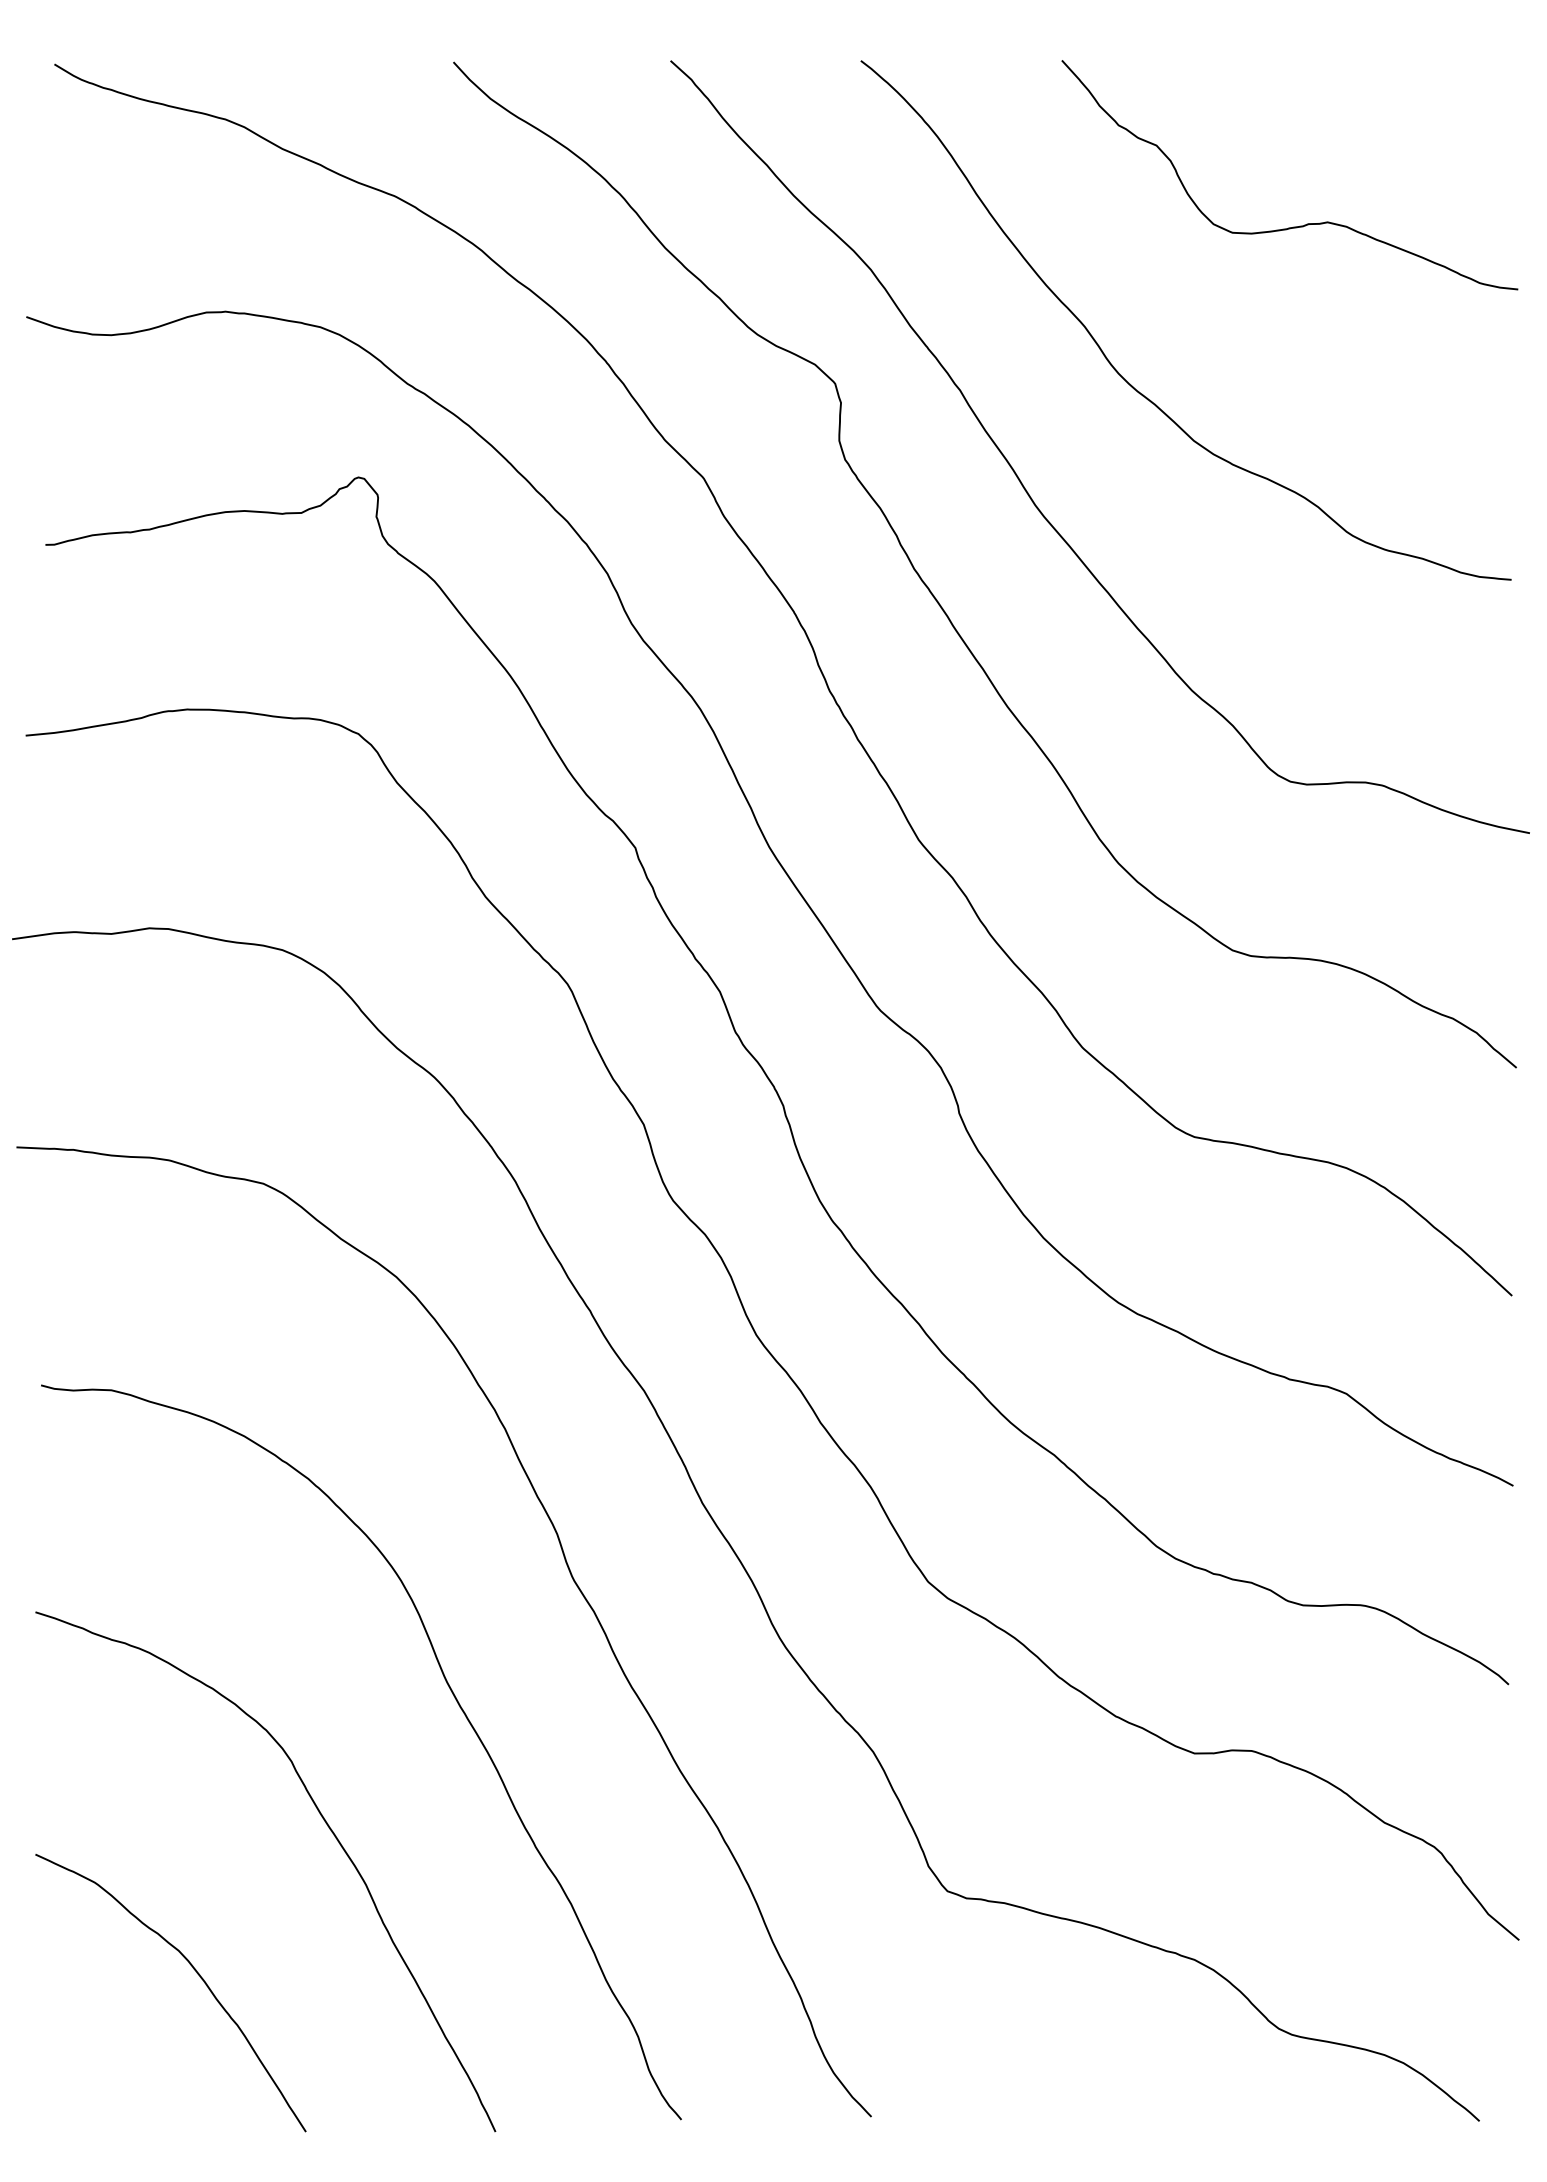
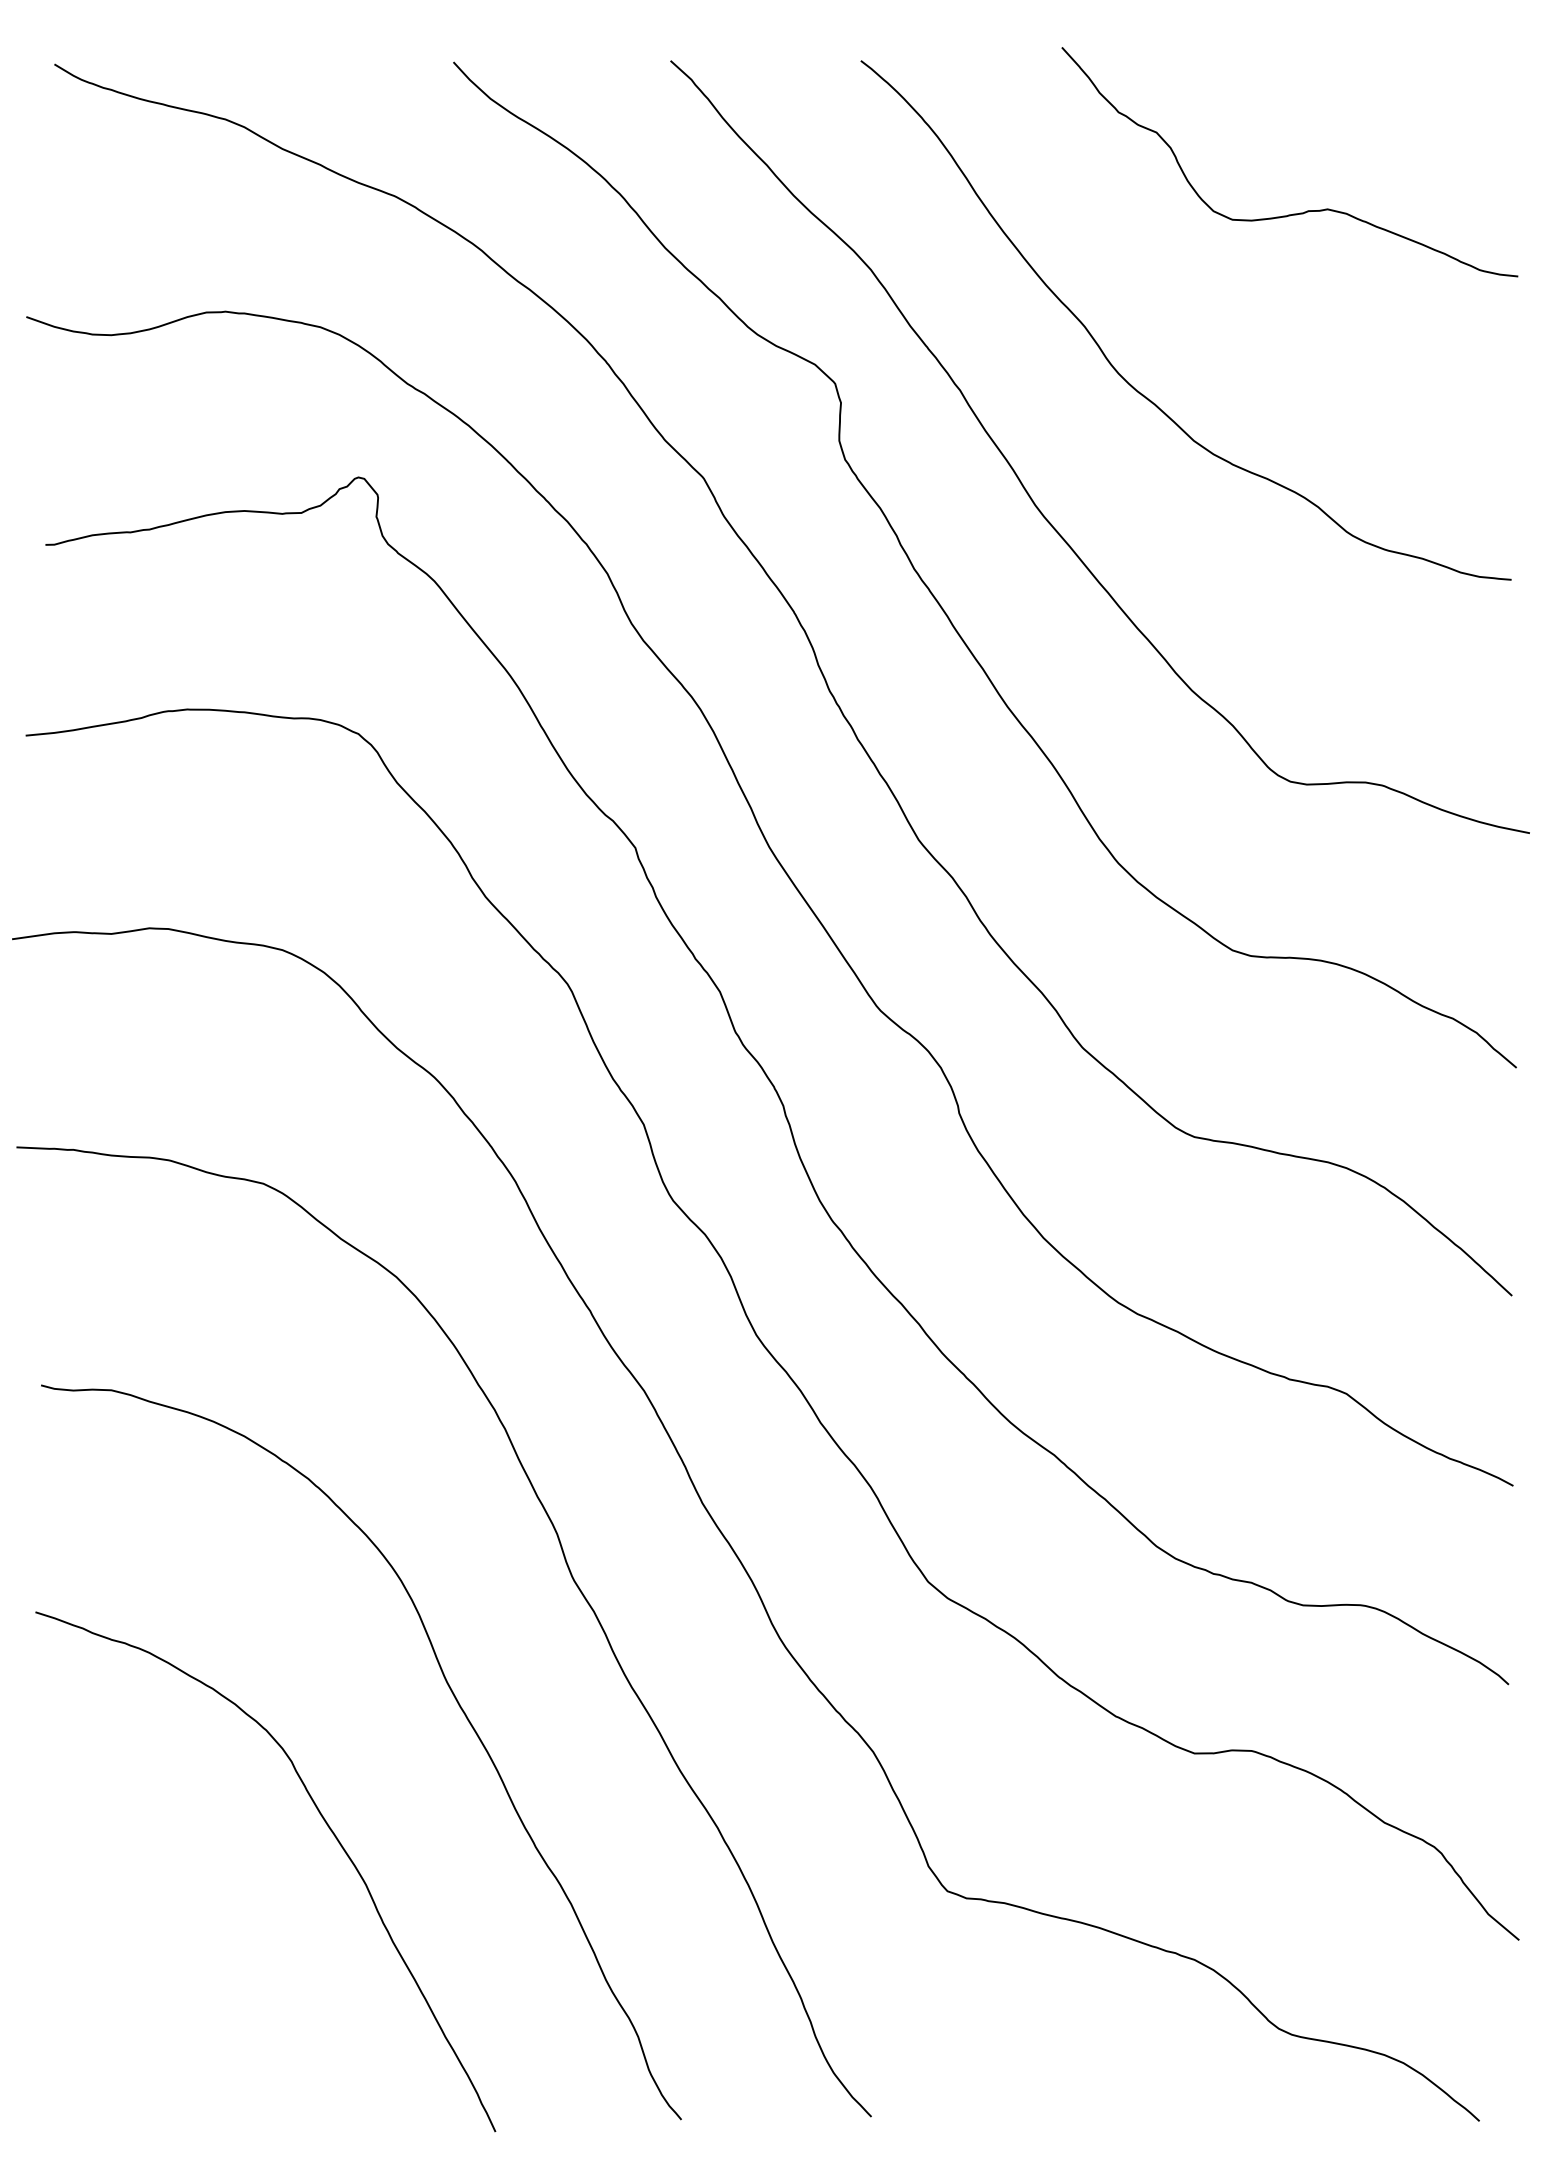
curve at (1293, 226) position: (1293, 226) -> (1293, 213)
curve at (196, 1973): present -> none
